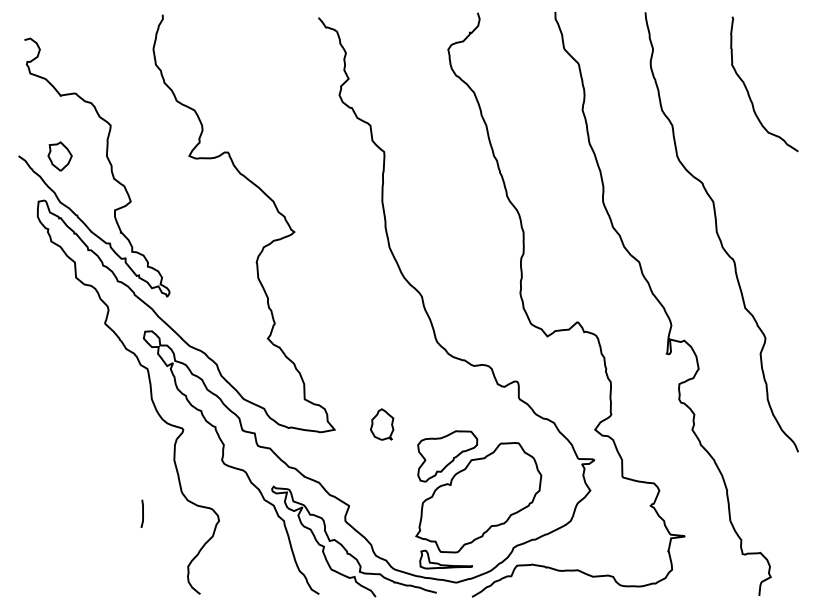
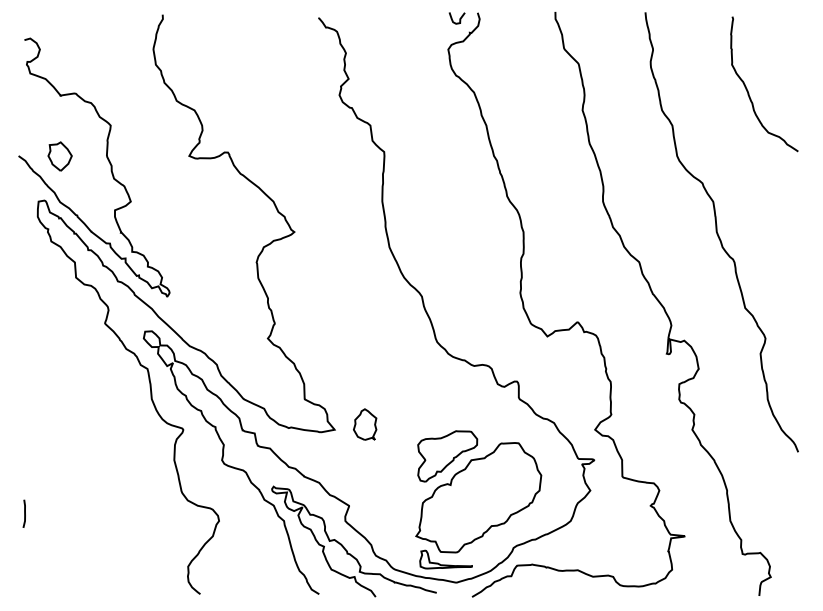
curve at (459, 18): none -> present
part at (382, 424) position: (382, 424) -> (365, 424)
curve at (142, 513) position: (142, 513) -> (24, 513)
